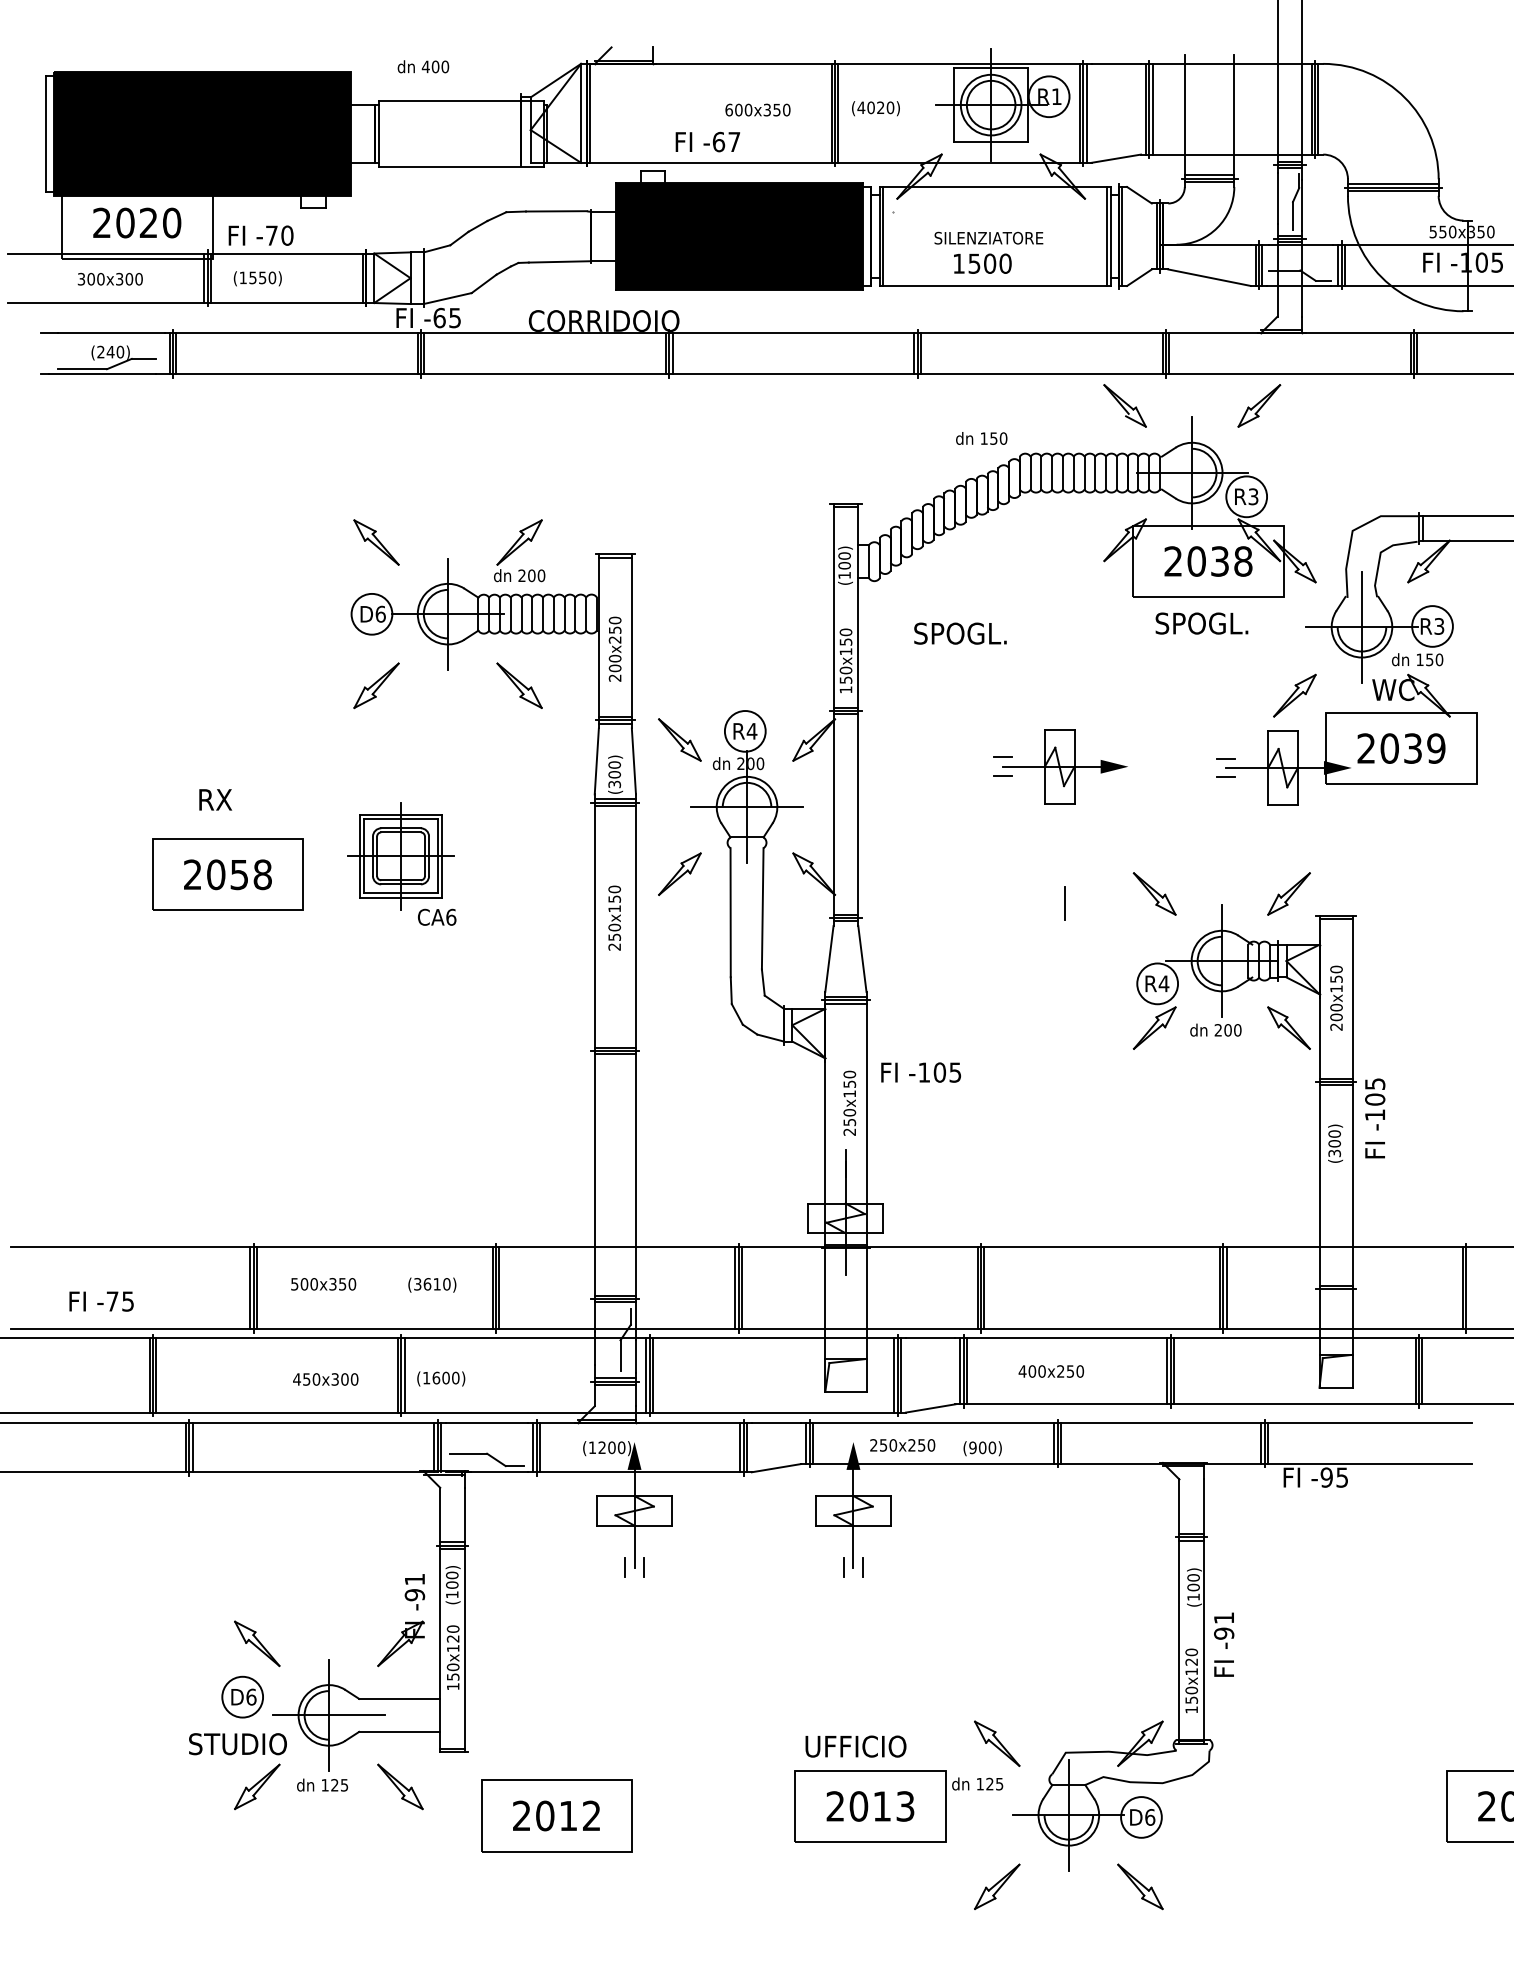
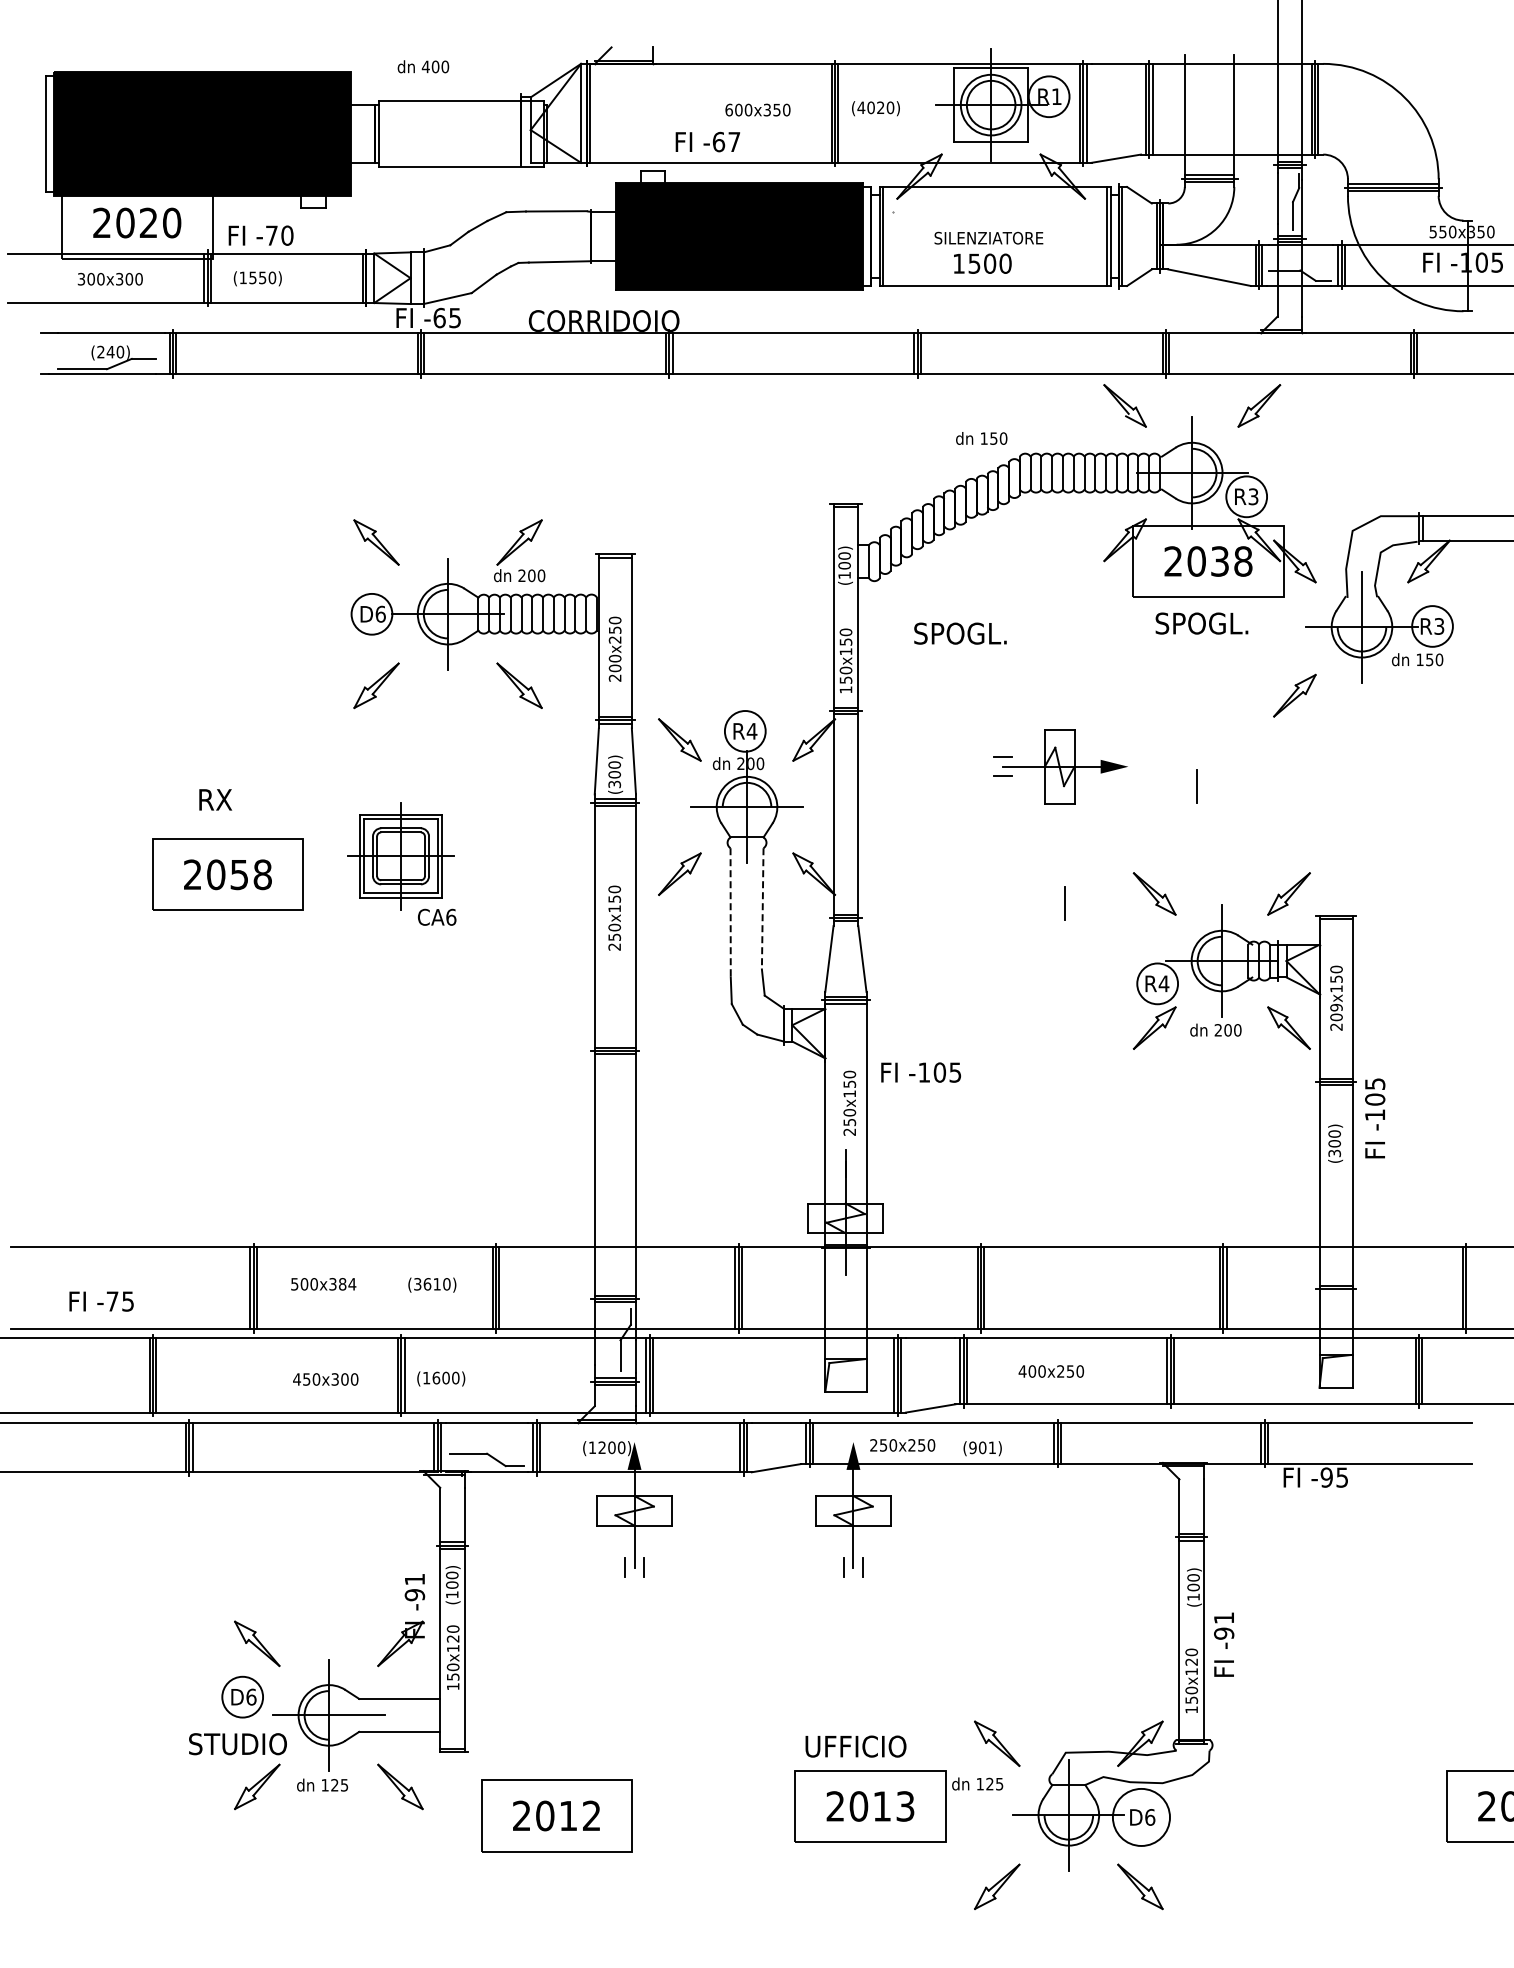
part at (1346, 739): present -> none
line at (1196, 786): none -> present
line at (762, 908): solid -> dashed
line at (730, 912): solid -> dashed
text at (1336, 1007): 200x150 -> 209x150
text at (347, 1284): 500x350 -> 500x384
text at (992, 1447): (900) -> (901)
circle at (1141, 1817) diameter: 41 px -> 57 px
